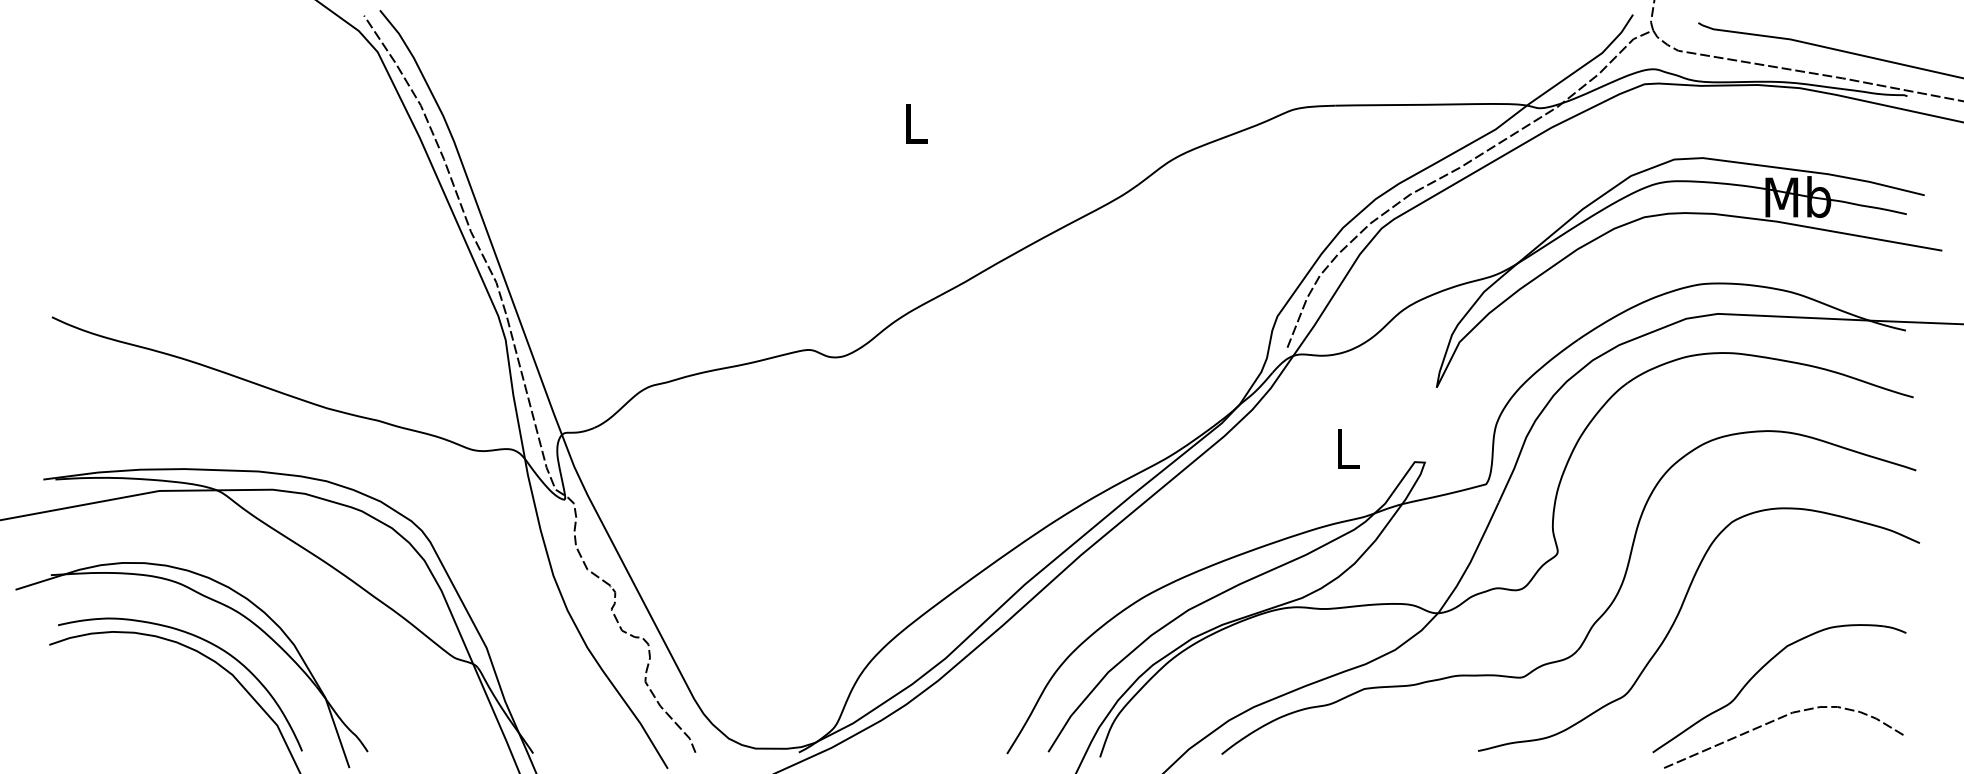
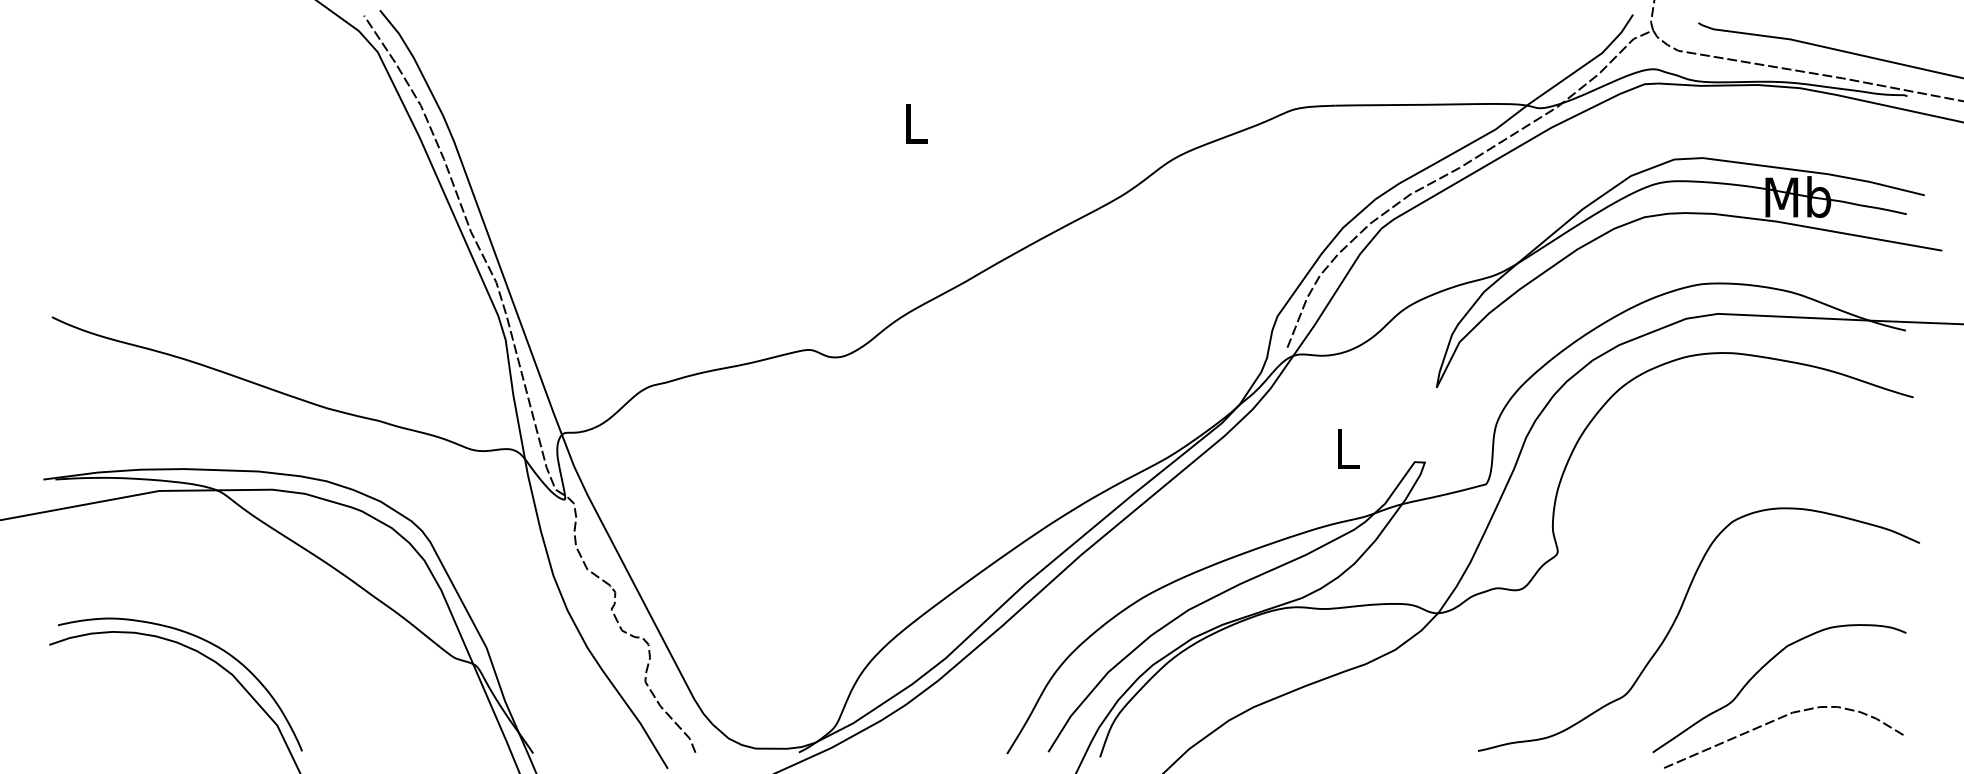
part at (222, 605): present -> none
part at (1597, 618): present -> none
